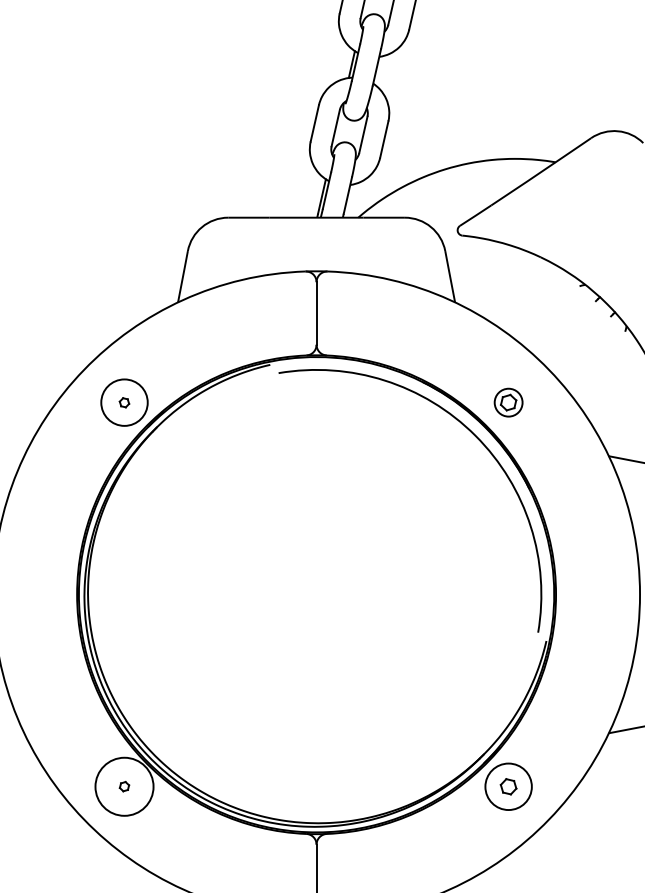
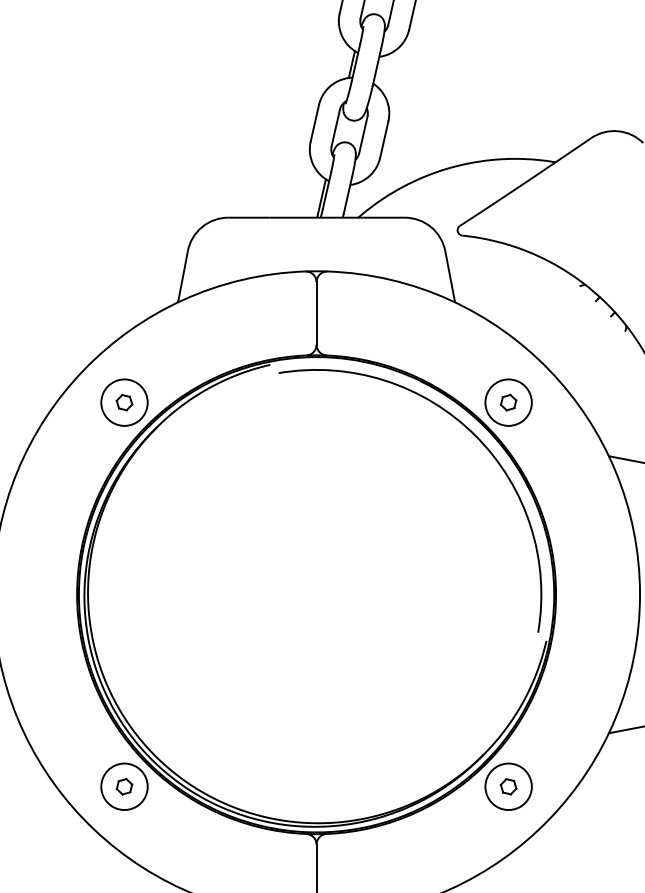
part at (124, 402) size: 13x12 px -> 19x18 px
circle at (508, 402) diameter: 28 px -> 46 px
circle at (124, 786) diameter: 58 px -> 46 px
part at (124, 786) size: 13x13 px -> 19x19 px
